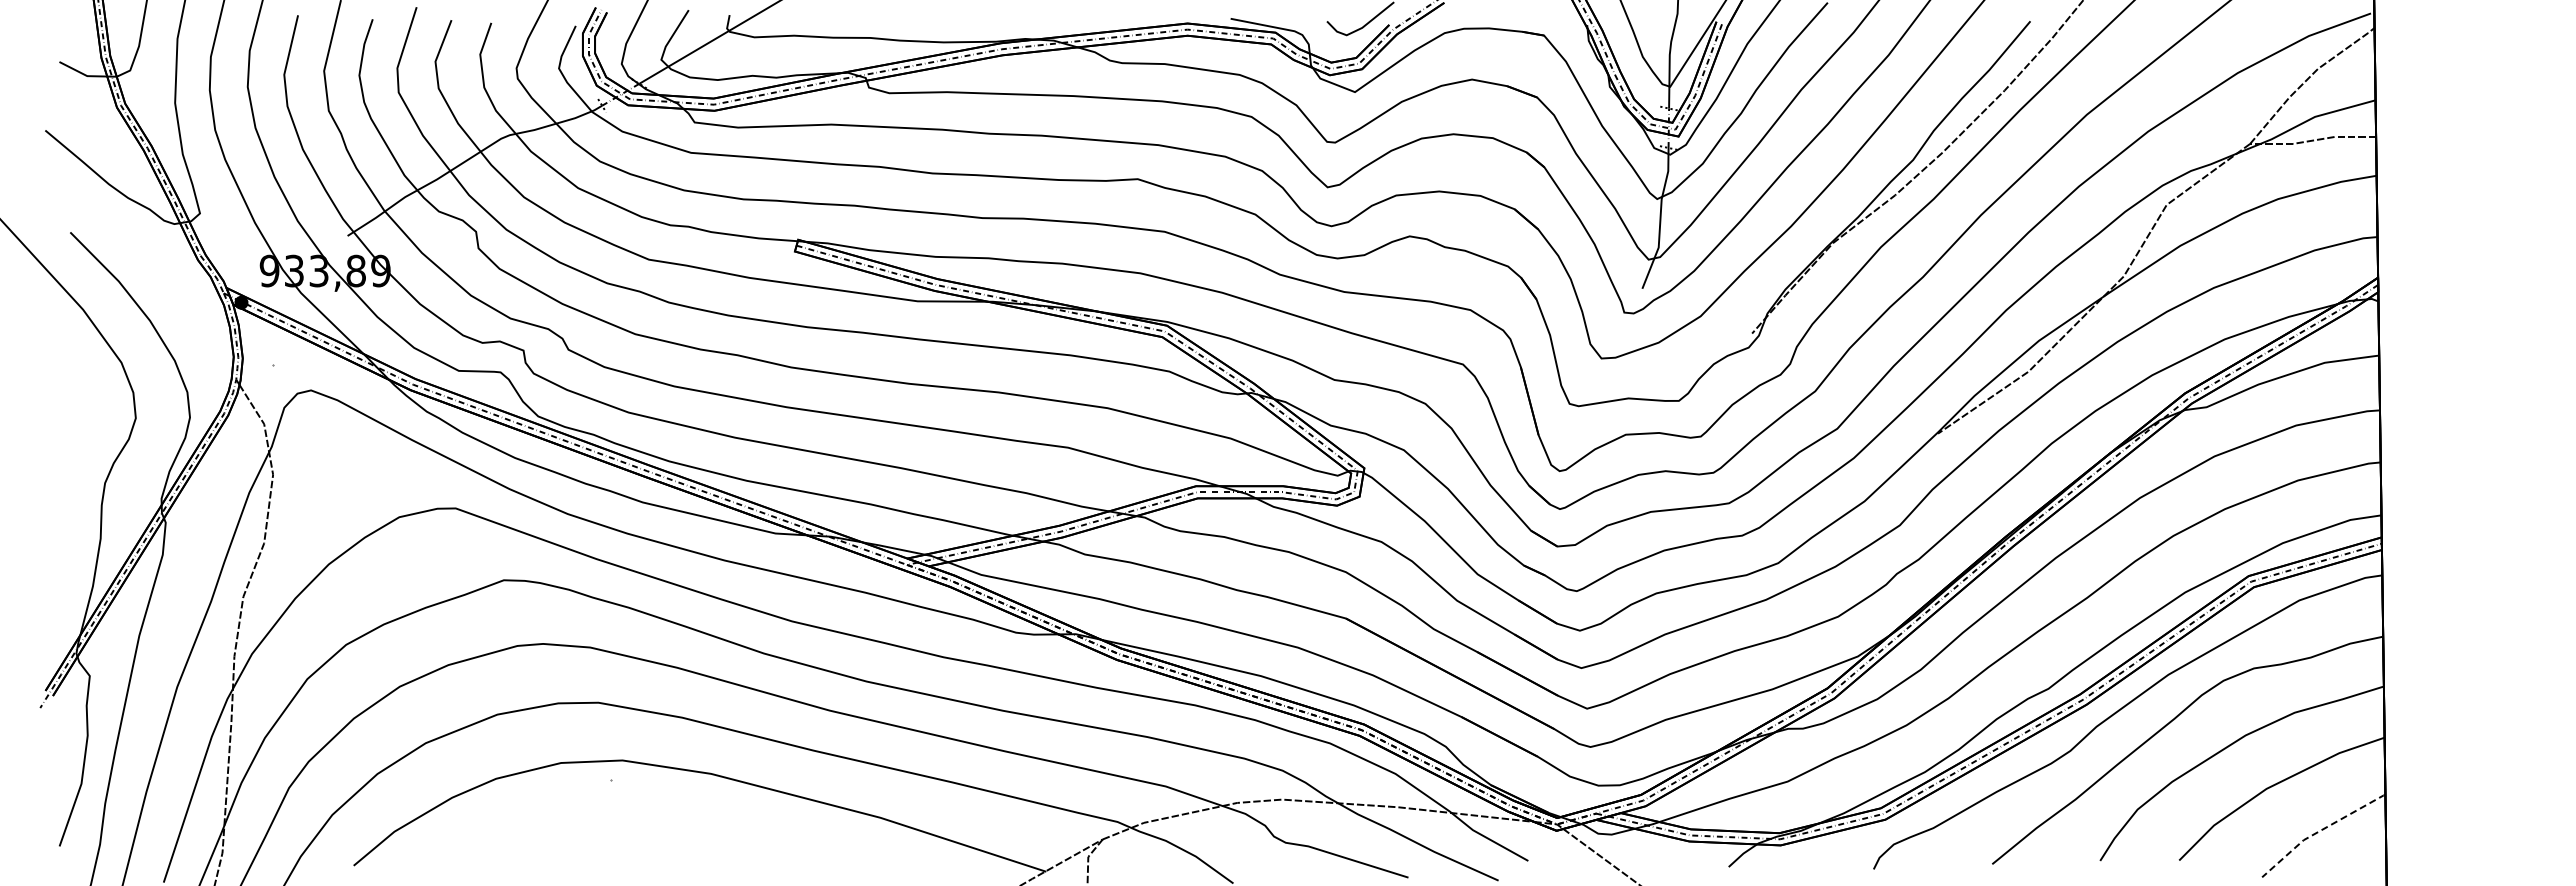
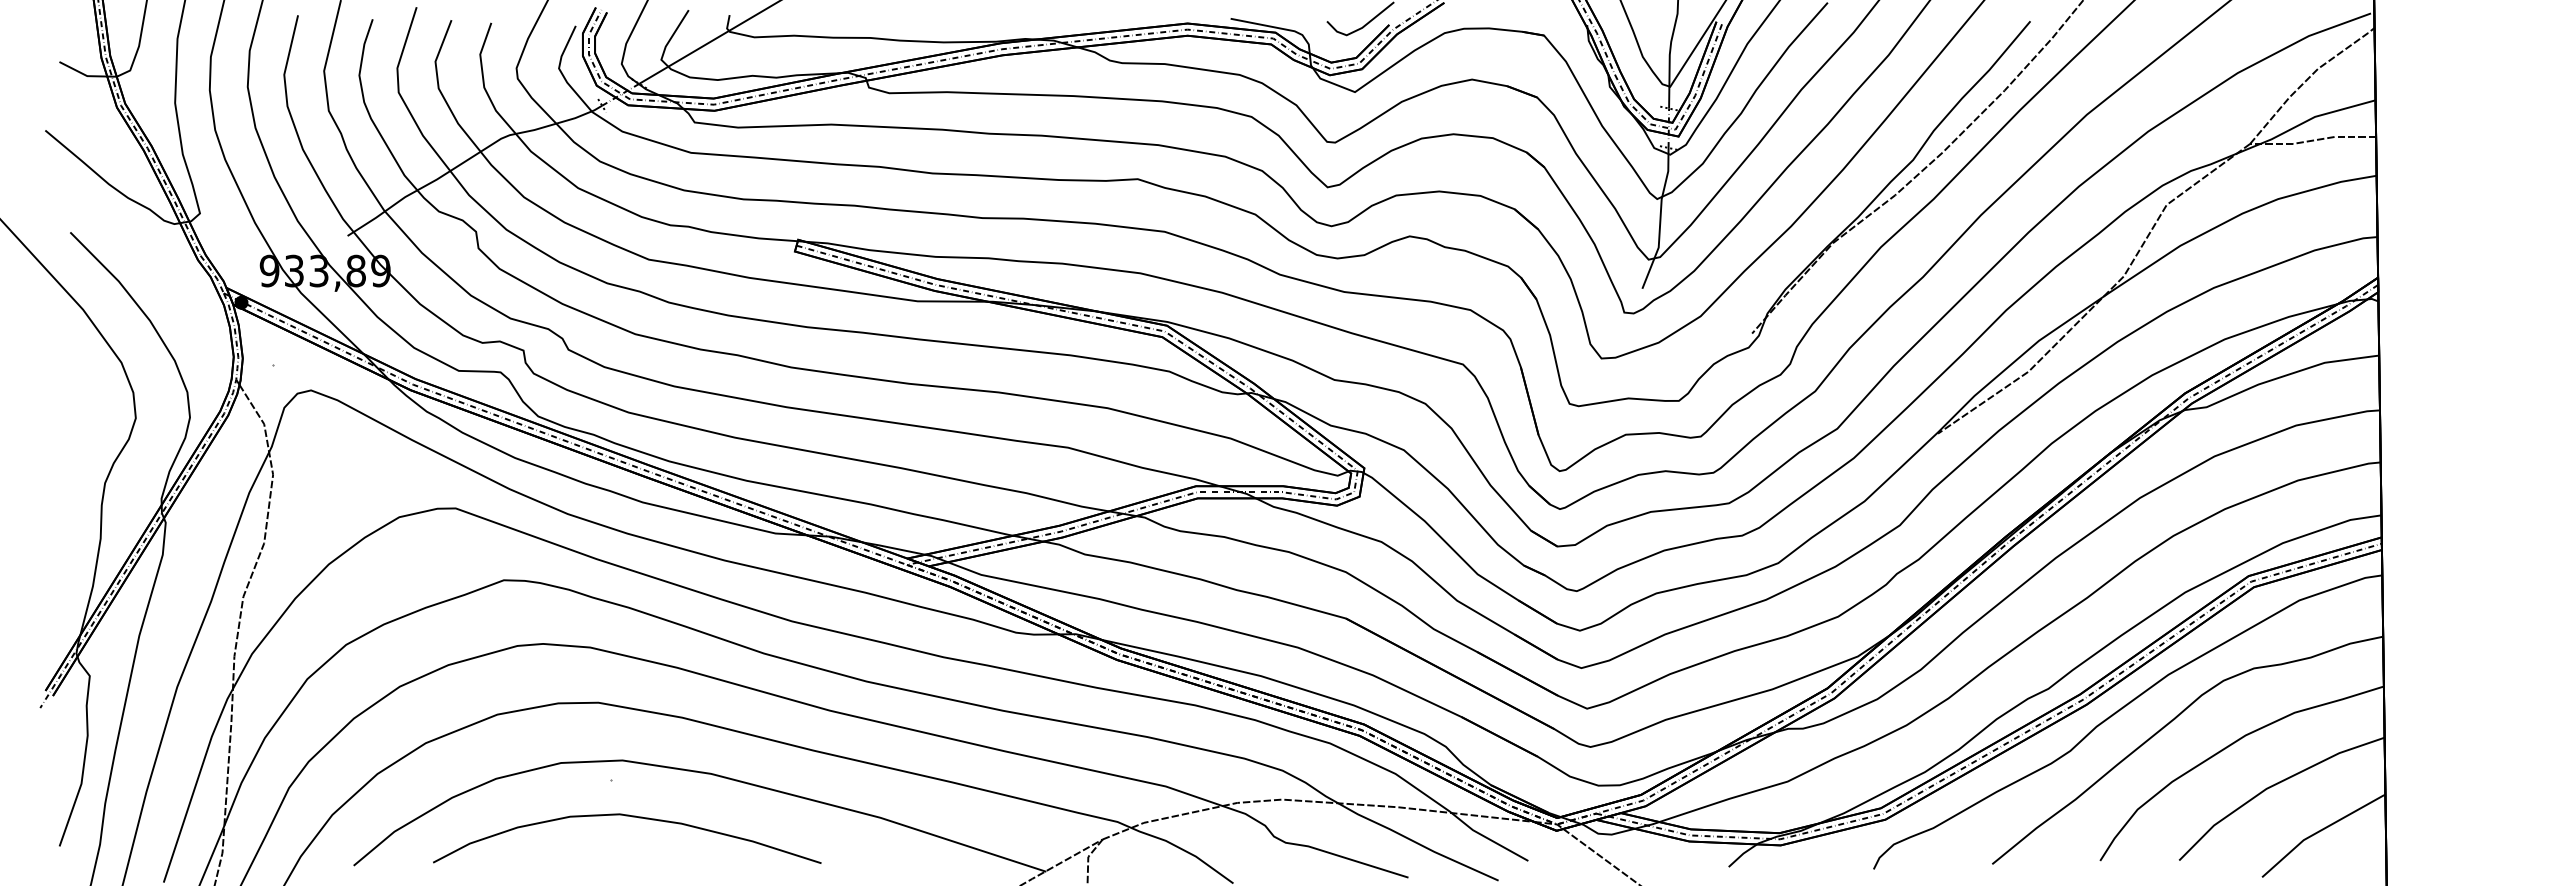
curve at (632, 817): none -> present
line at (2320, 830): dashed -> solid
